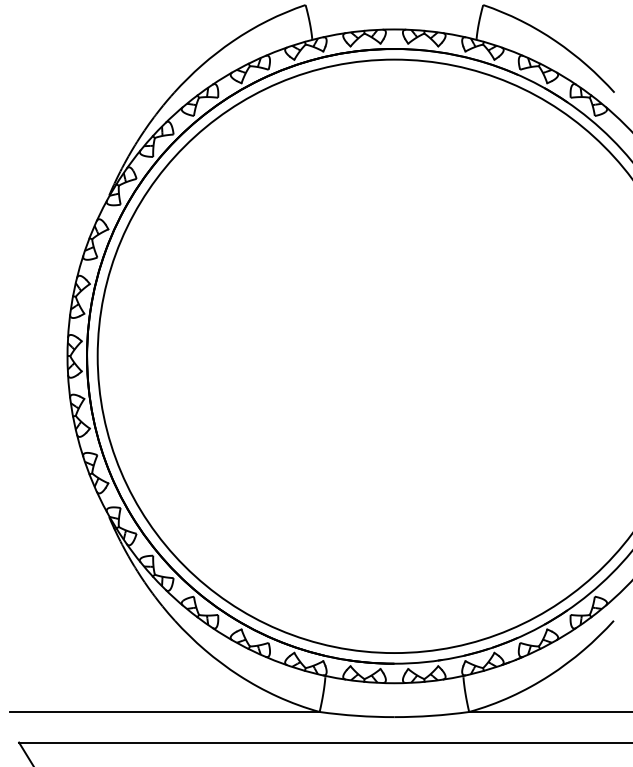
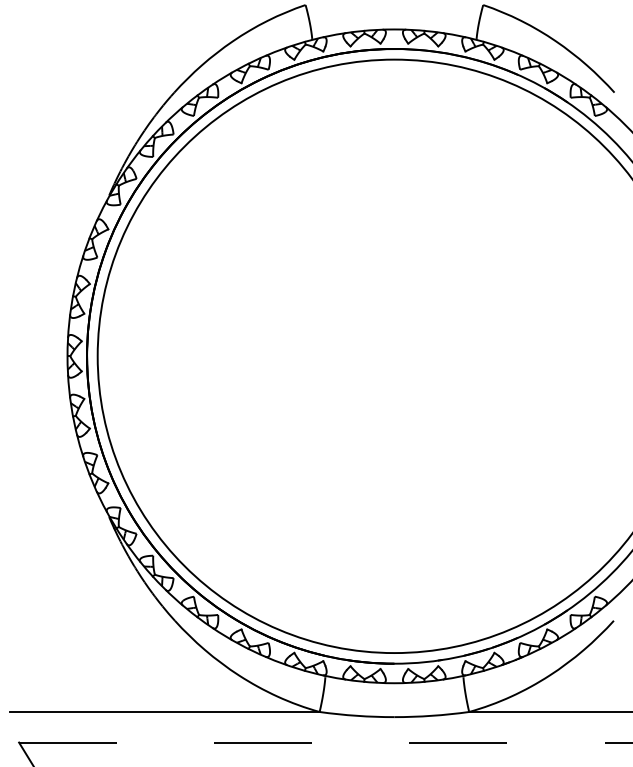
line at (325, 742): solid -> dashed
